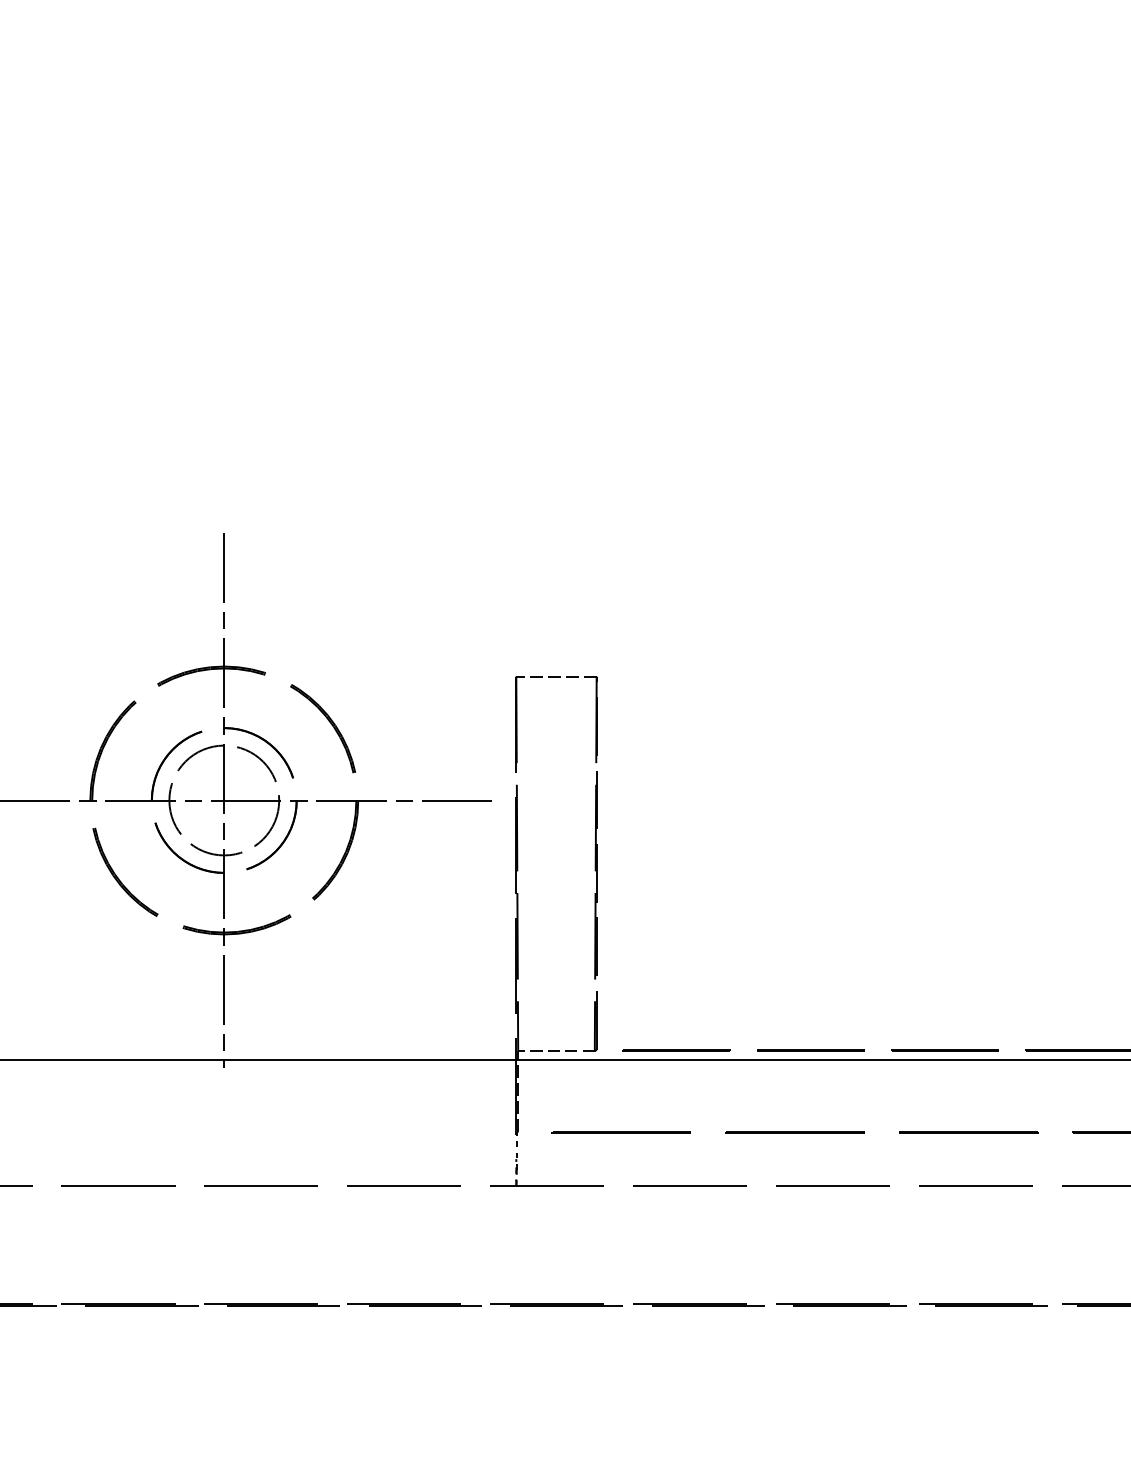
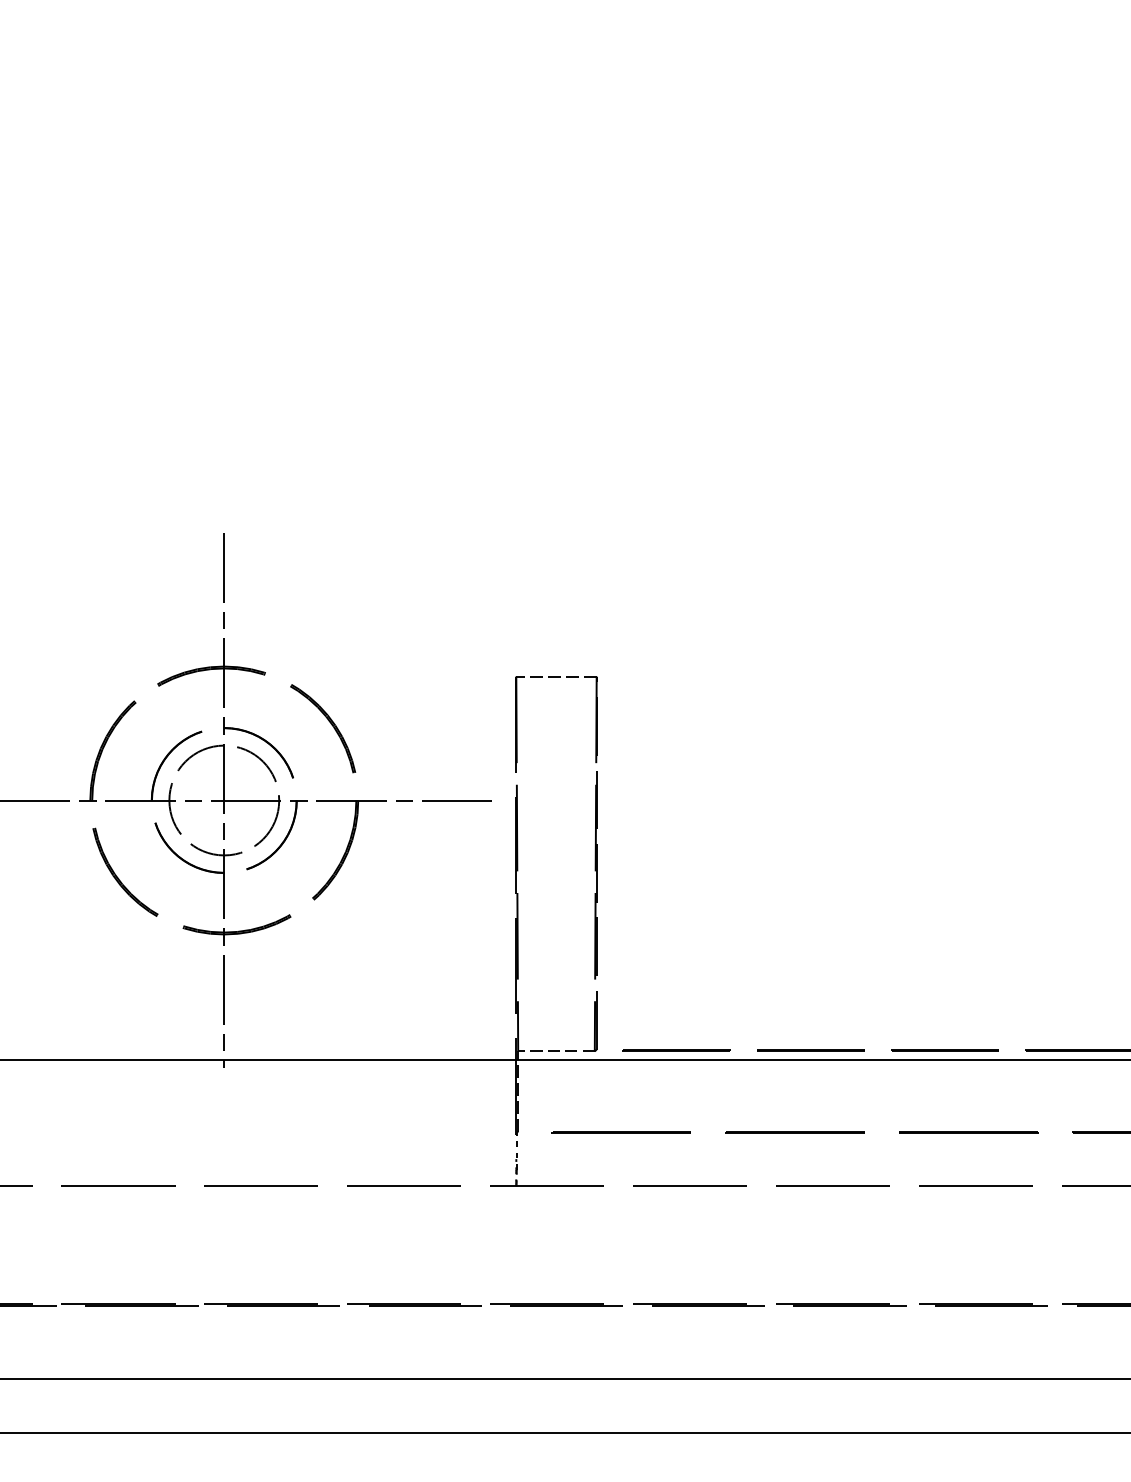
line at (564, 1379): none -> present
line at (564, 1432): none -> present
